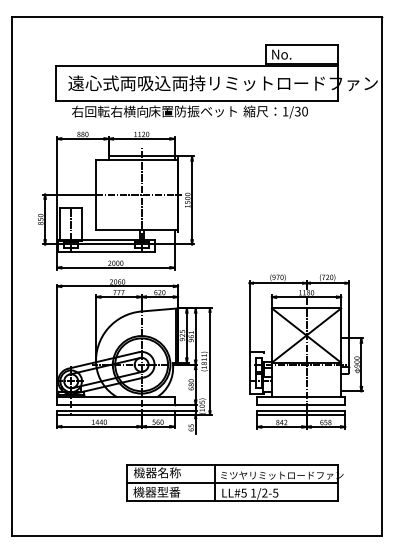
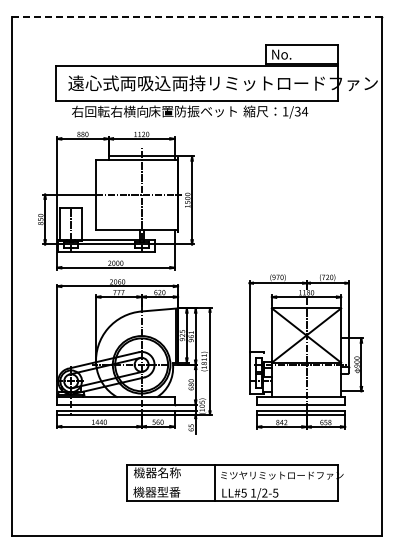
line at (197, 16): solid -> dashed
text at (304, 111): 1/30 -> 1/34
line at (231, 482): present -> none
